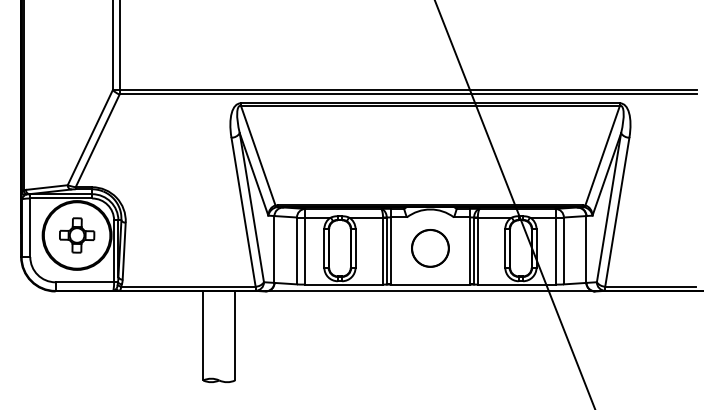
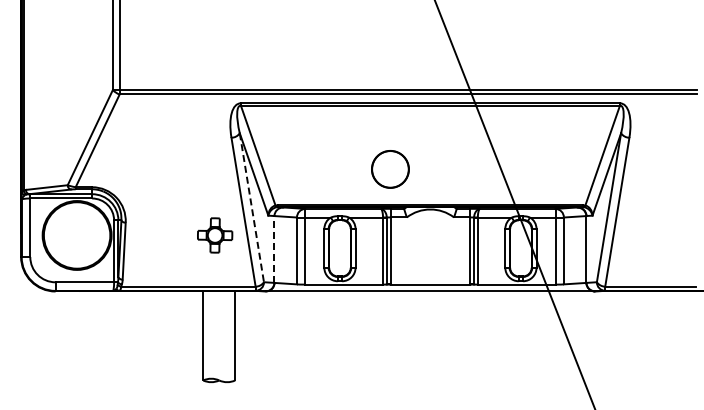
line at (251, 208): solid -> dashed
part at (77, 235) position: (77, 235) -> (215, 235)
line at (274, 248): solid -> dashed
circle at (430, 248) position: (430, 248) -> (390, 169)
